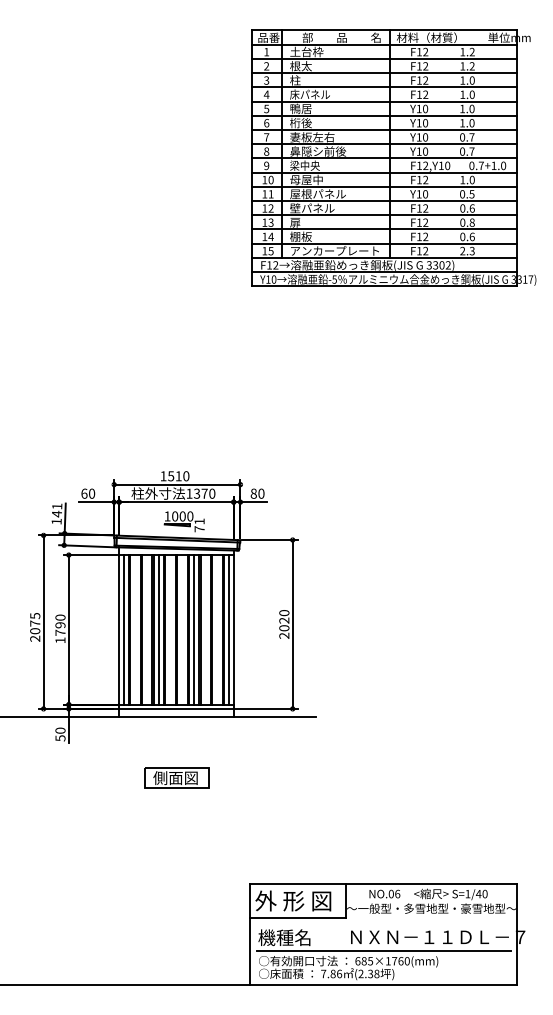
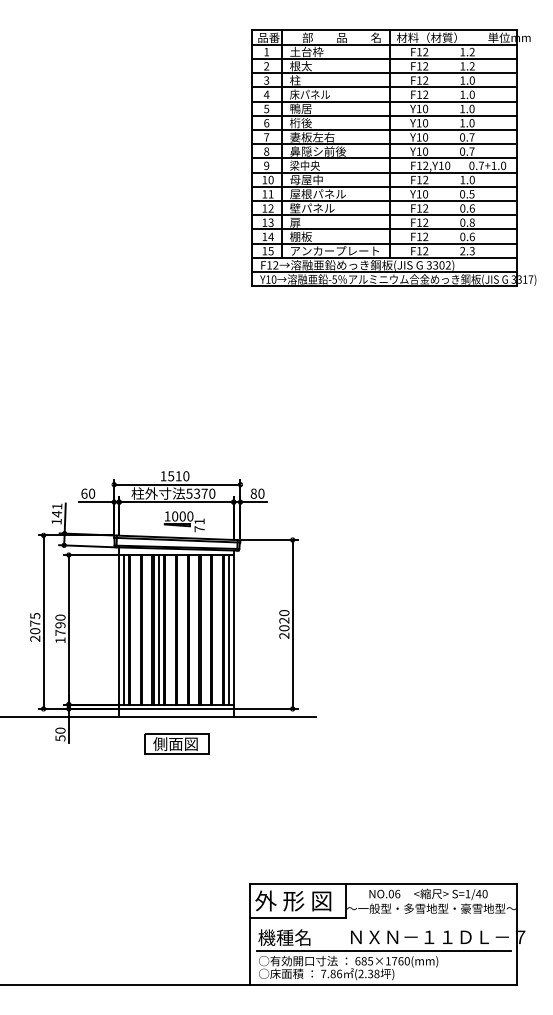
text at (189, 493): 1370 -> 5370
line at (194, 629): present -> none
part at (176, 777) position: (176, 777) -> (176, 743)
